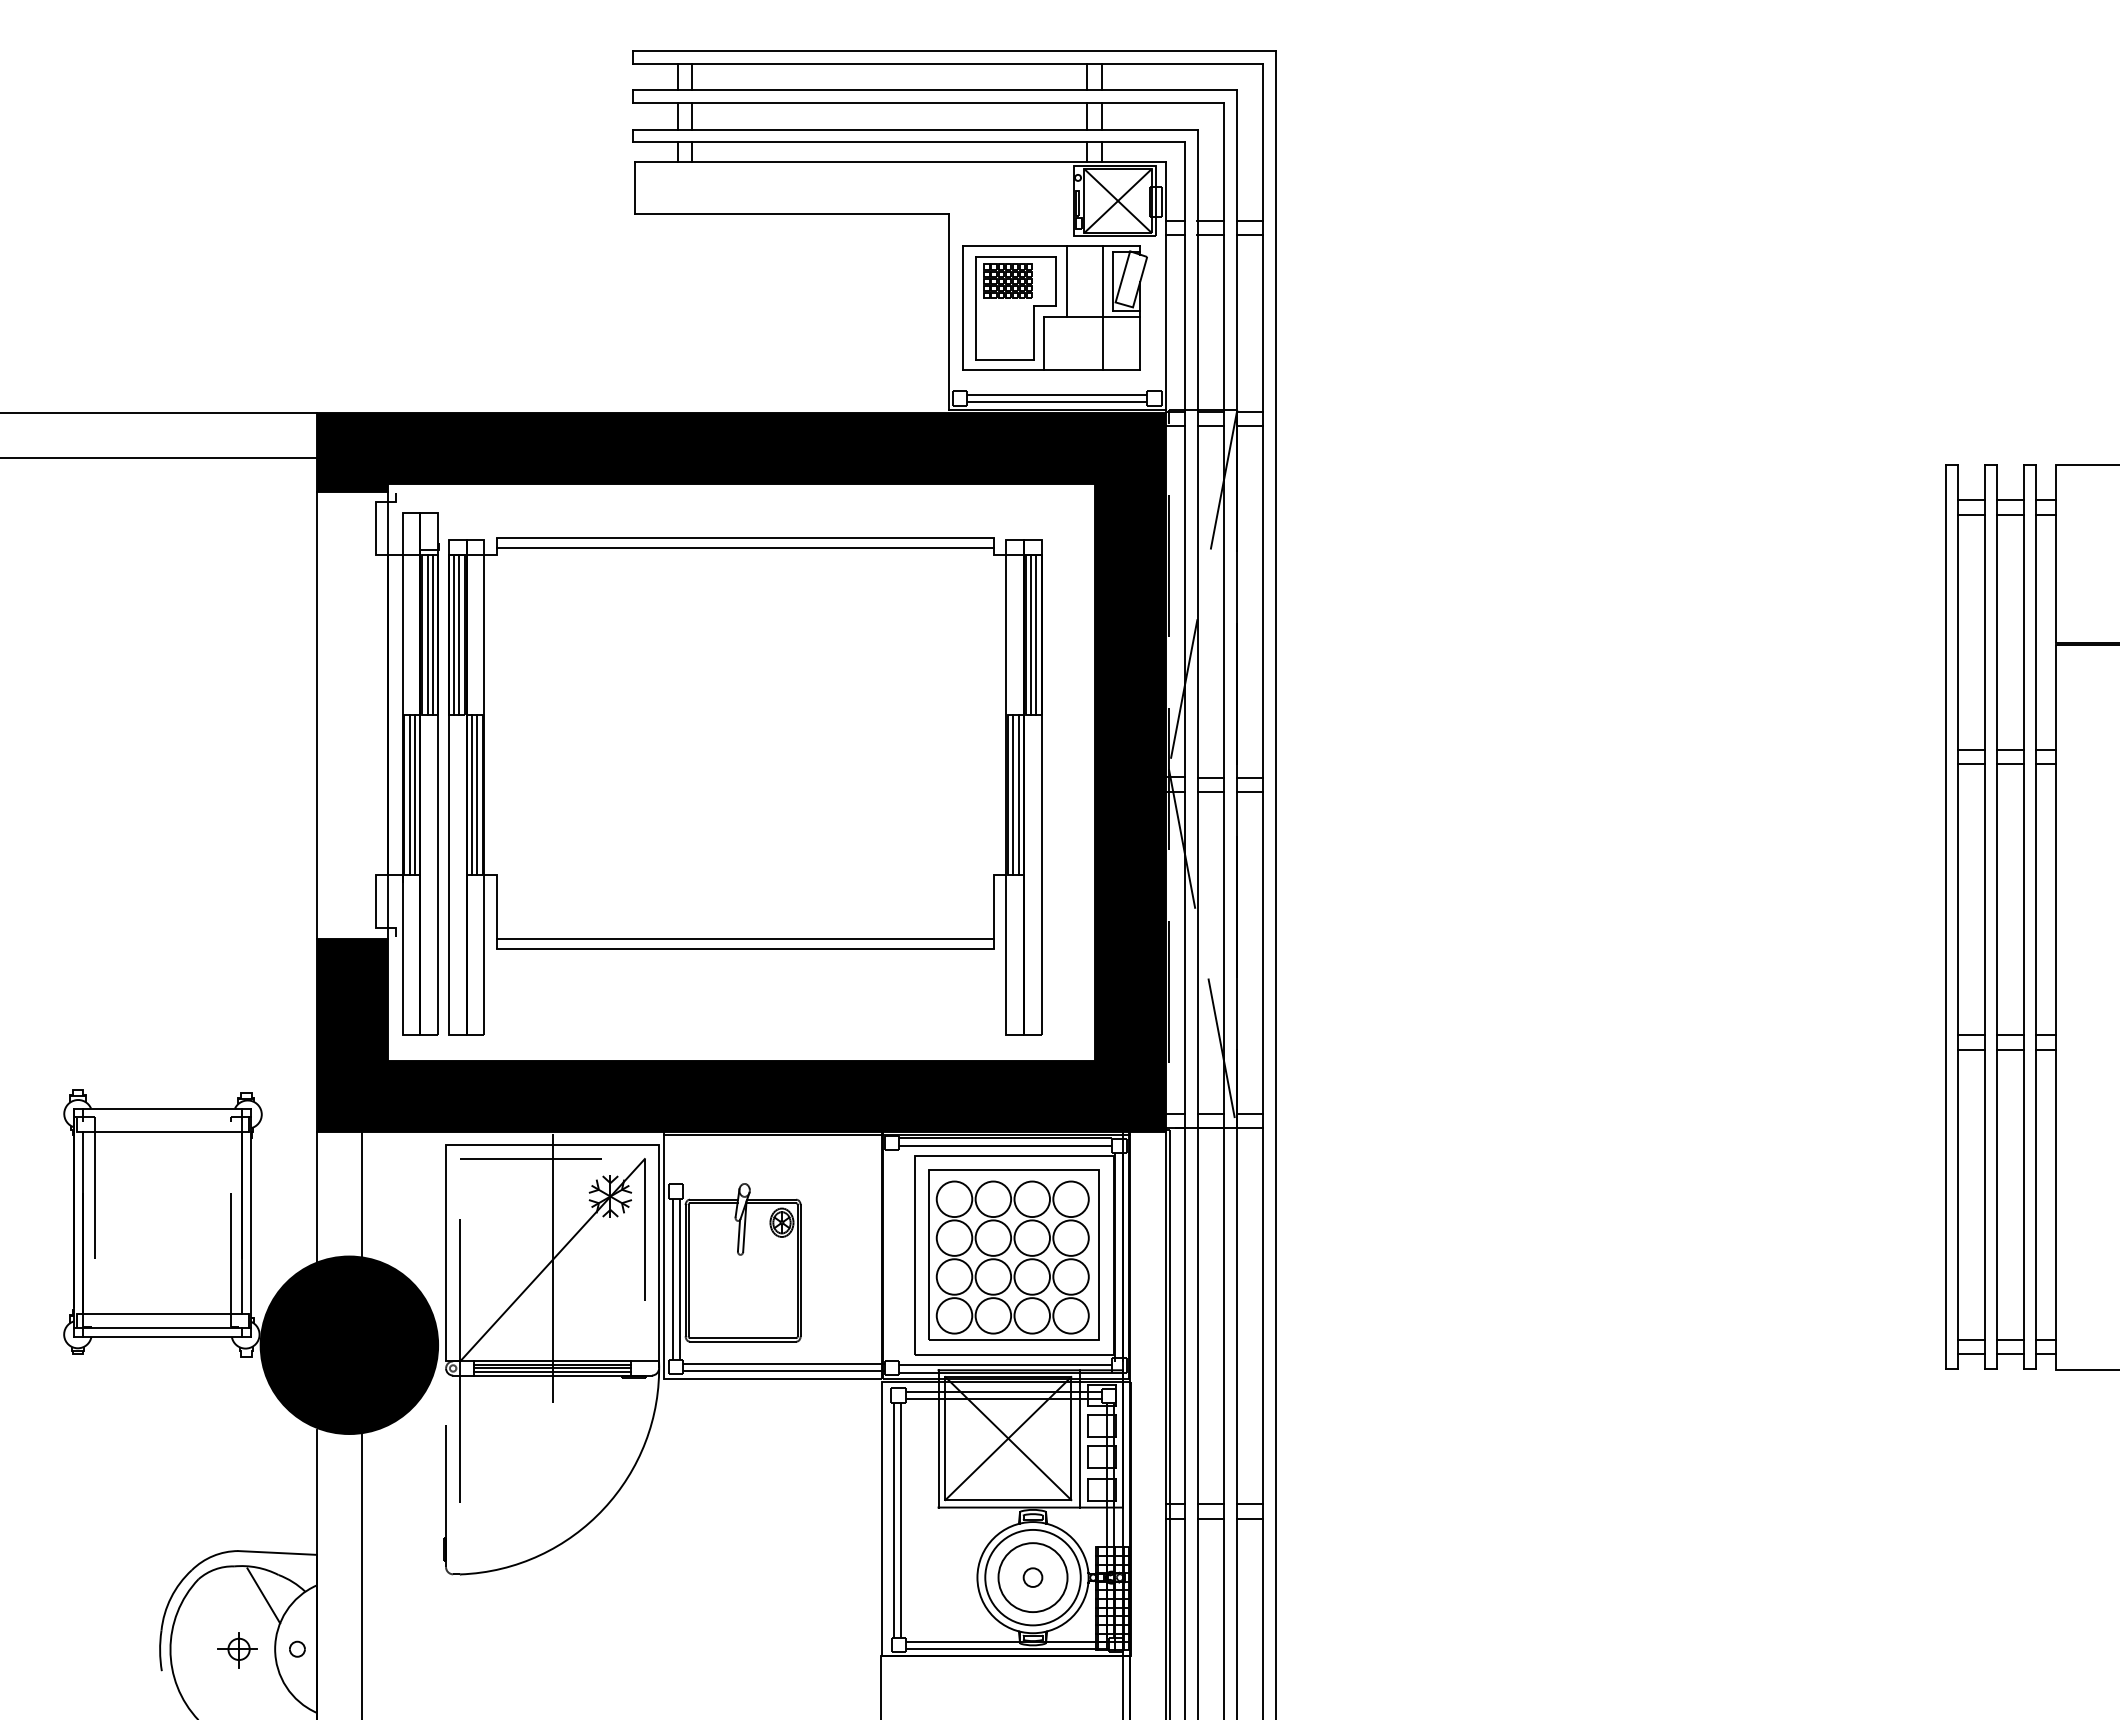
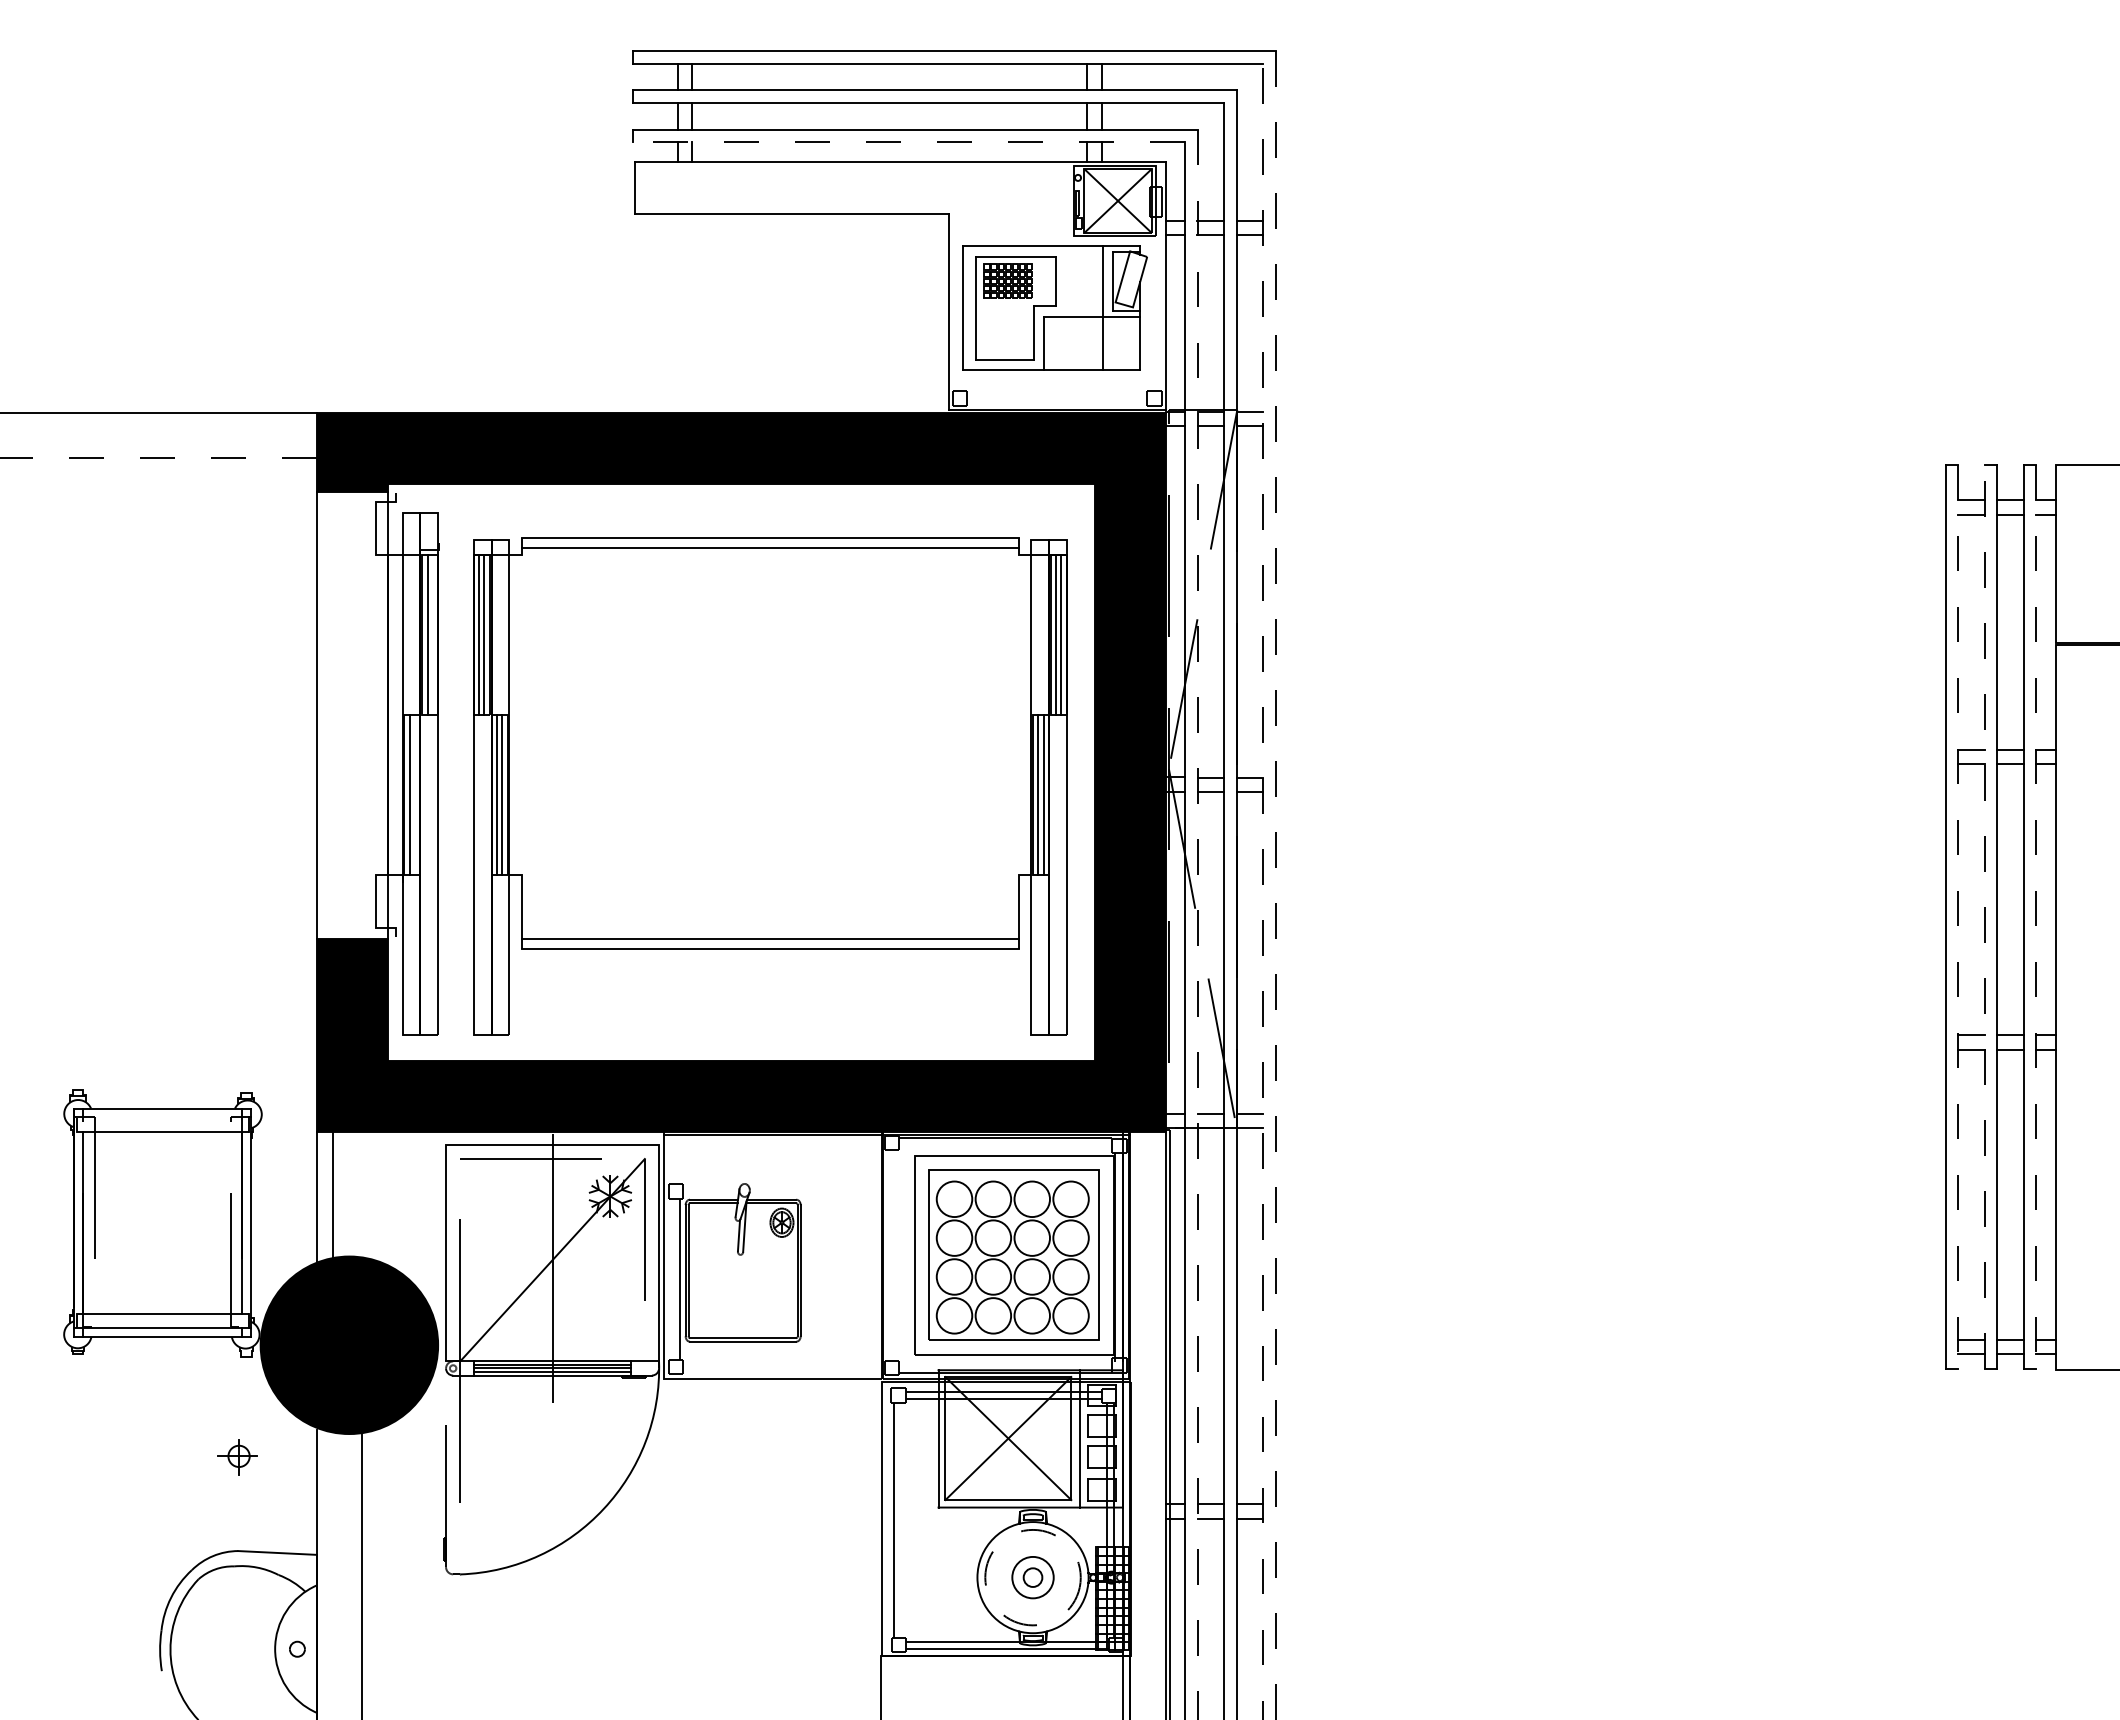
line at (909, 141): solid -> dashed
line at (1066, 280): present -> none
line at (1057, 394): present -> none
line at (1057, 401): present -> none
line at (158, 457): solid -> dashed
line at (432, 635): present -> none
part at (745, 786) position: (745, 786) -> (770, 786)
line at (415, 794): present -> none
line at (1275, 885): solid -> dashed
line at (1263, 891): solid -> dashed
line at (1958, 916): solid -> dashed
line at (1984, 916): solid -> dashed
line at (2036, 916): solid -> dashed
line at (1197, 924): solid -> dashed
line at (1005, 1145): present -> none
line at (361, 1195) position: (361, 1195) -> (332, 1195)
line at (672, 1279): present -> none
line at (783, 1363): present -> none
line at (1005, 1365): present -> none
line at (783, 1370): present -> none
line at (901, 1520): present -> none
circle at (1032, 1577) diameter: 69 px -> 41 px
circle at (1032, 1577): solid -> dashed
line at (263, 1595): present -> none
part at (237, 1650) position: (237, 1650) -> (237, 1457)
